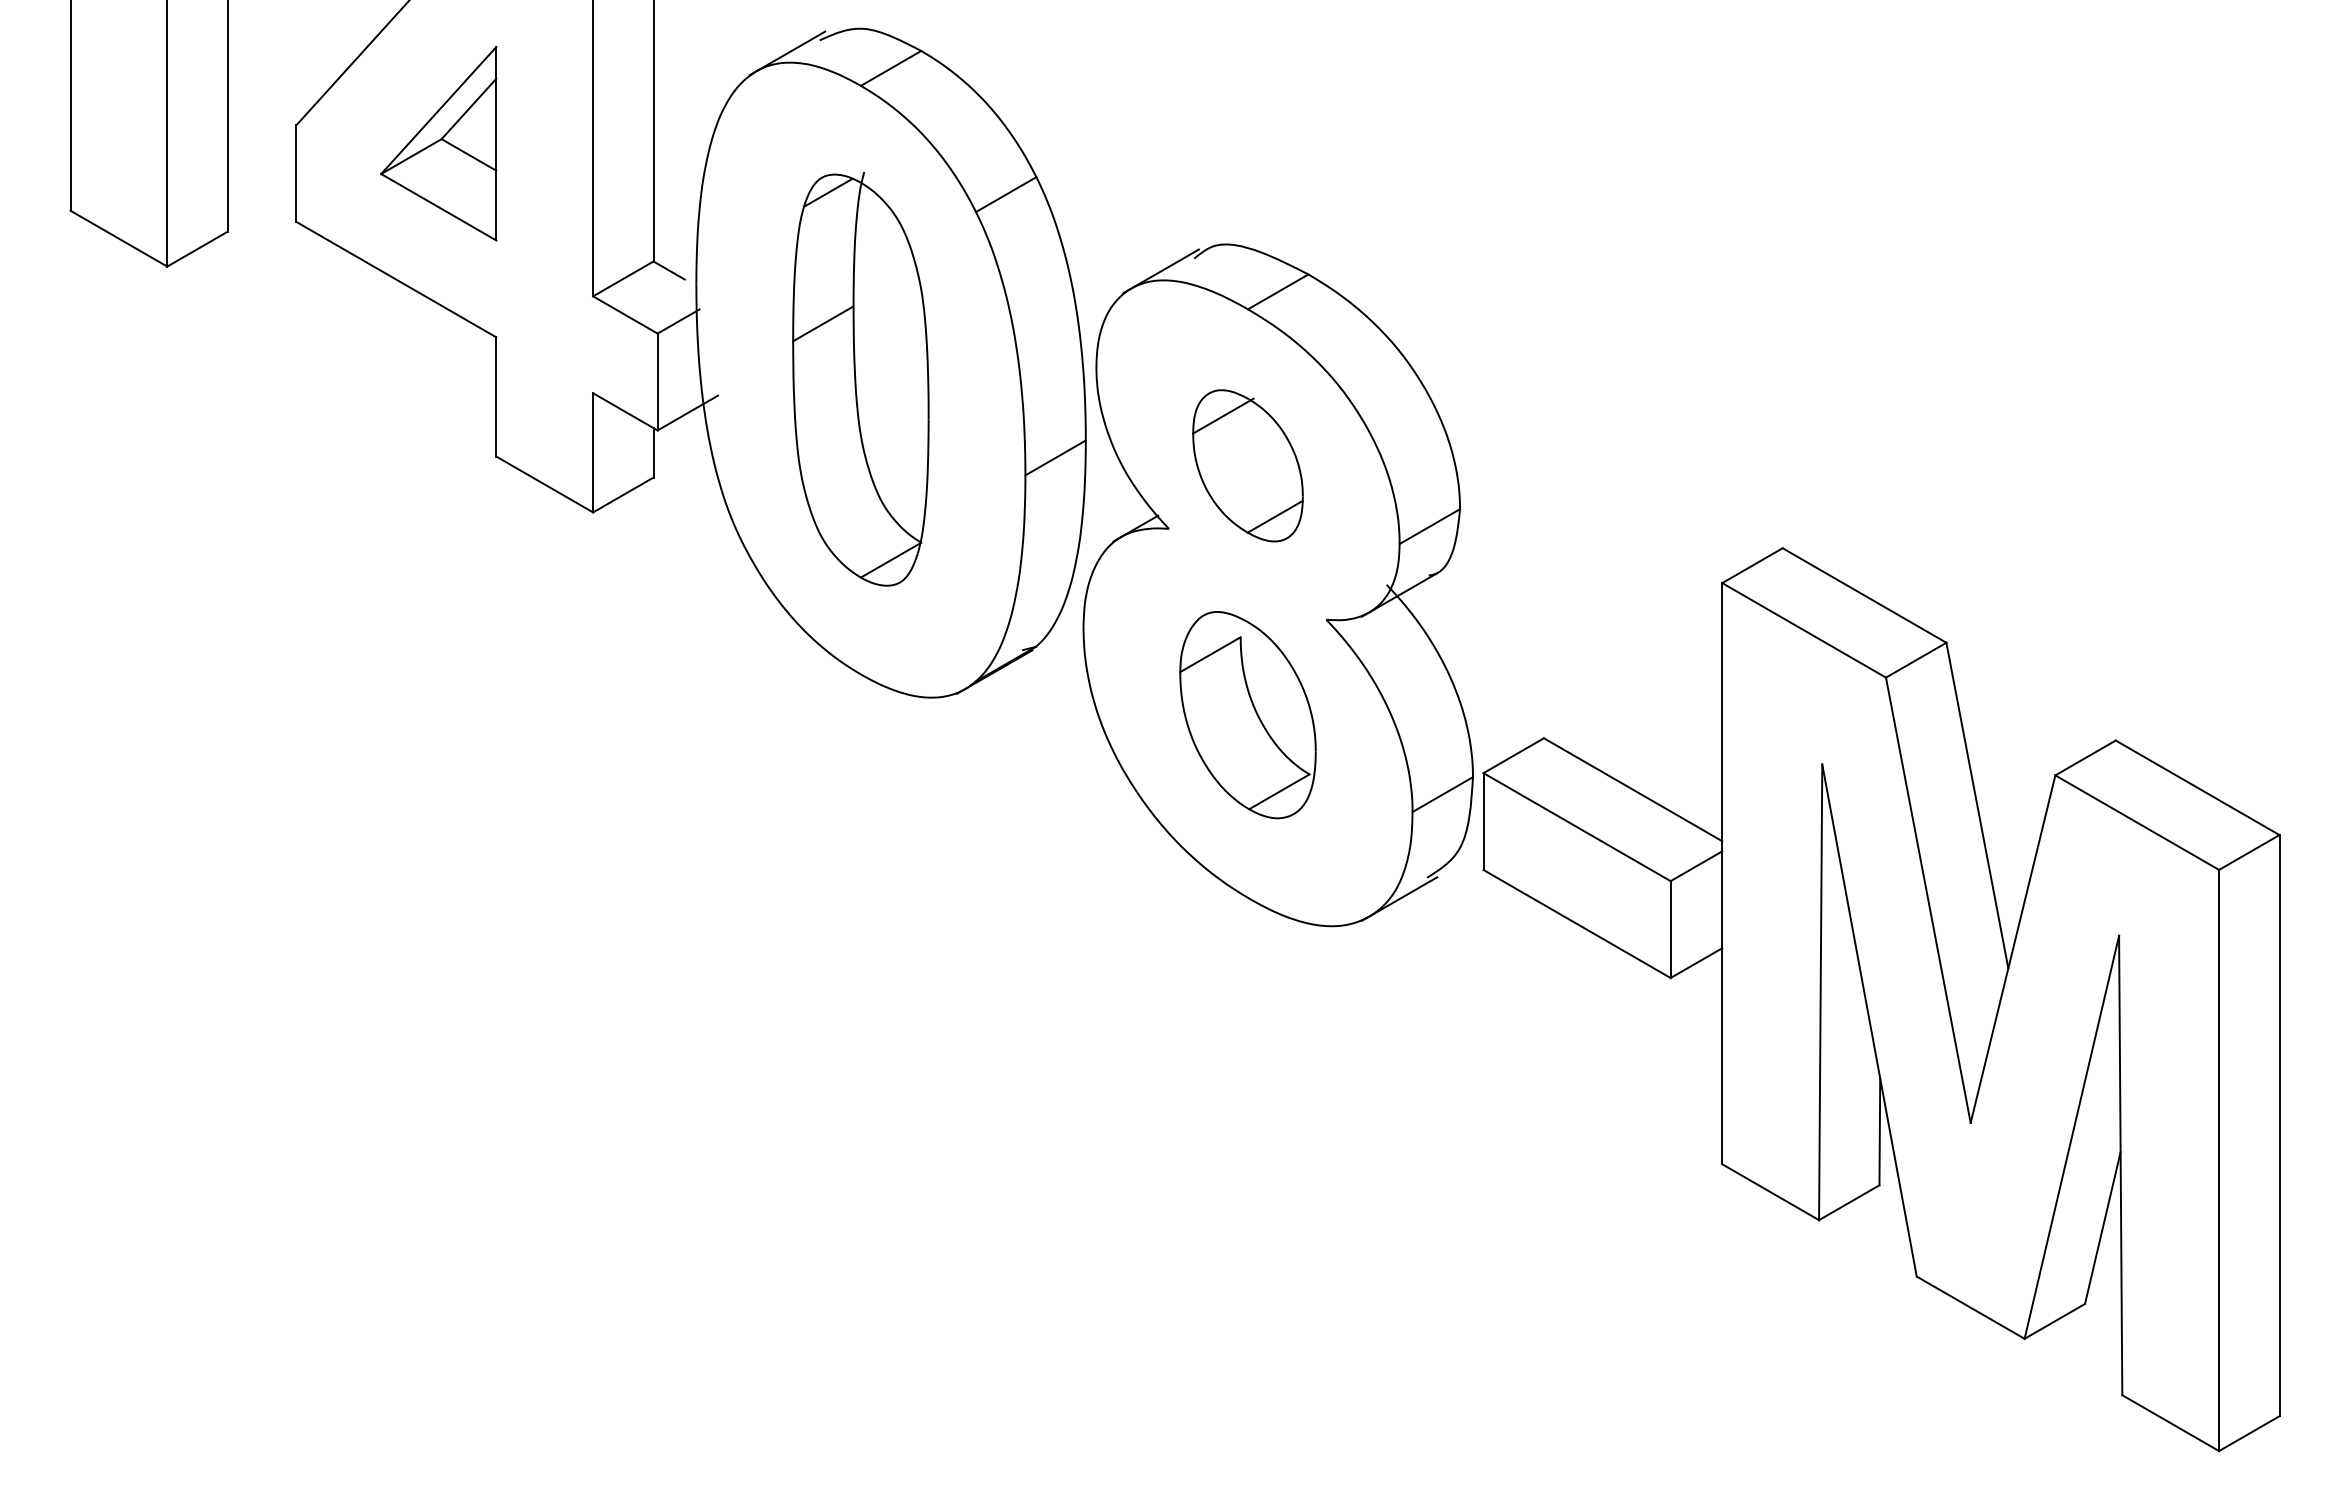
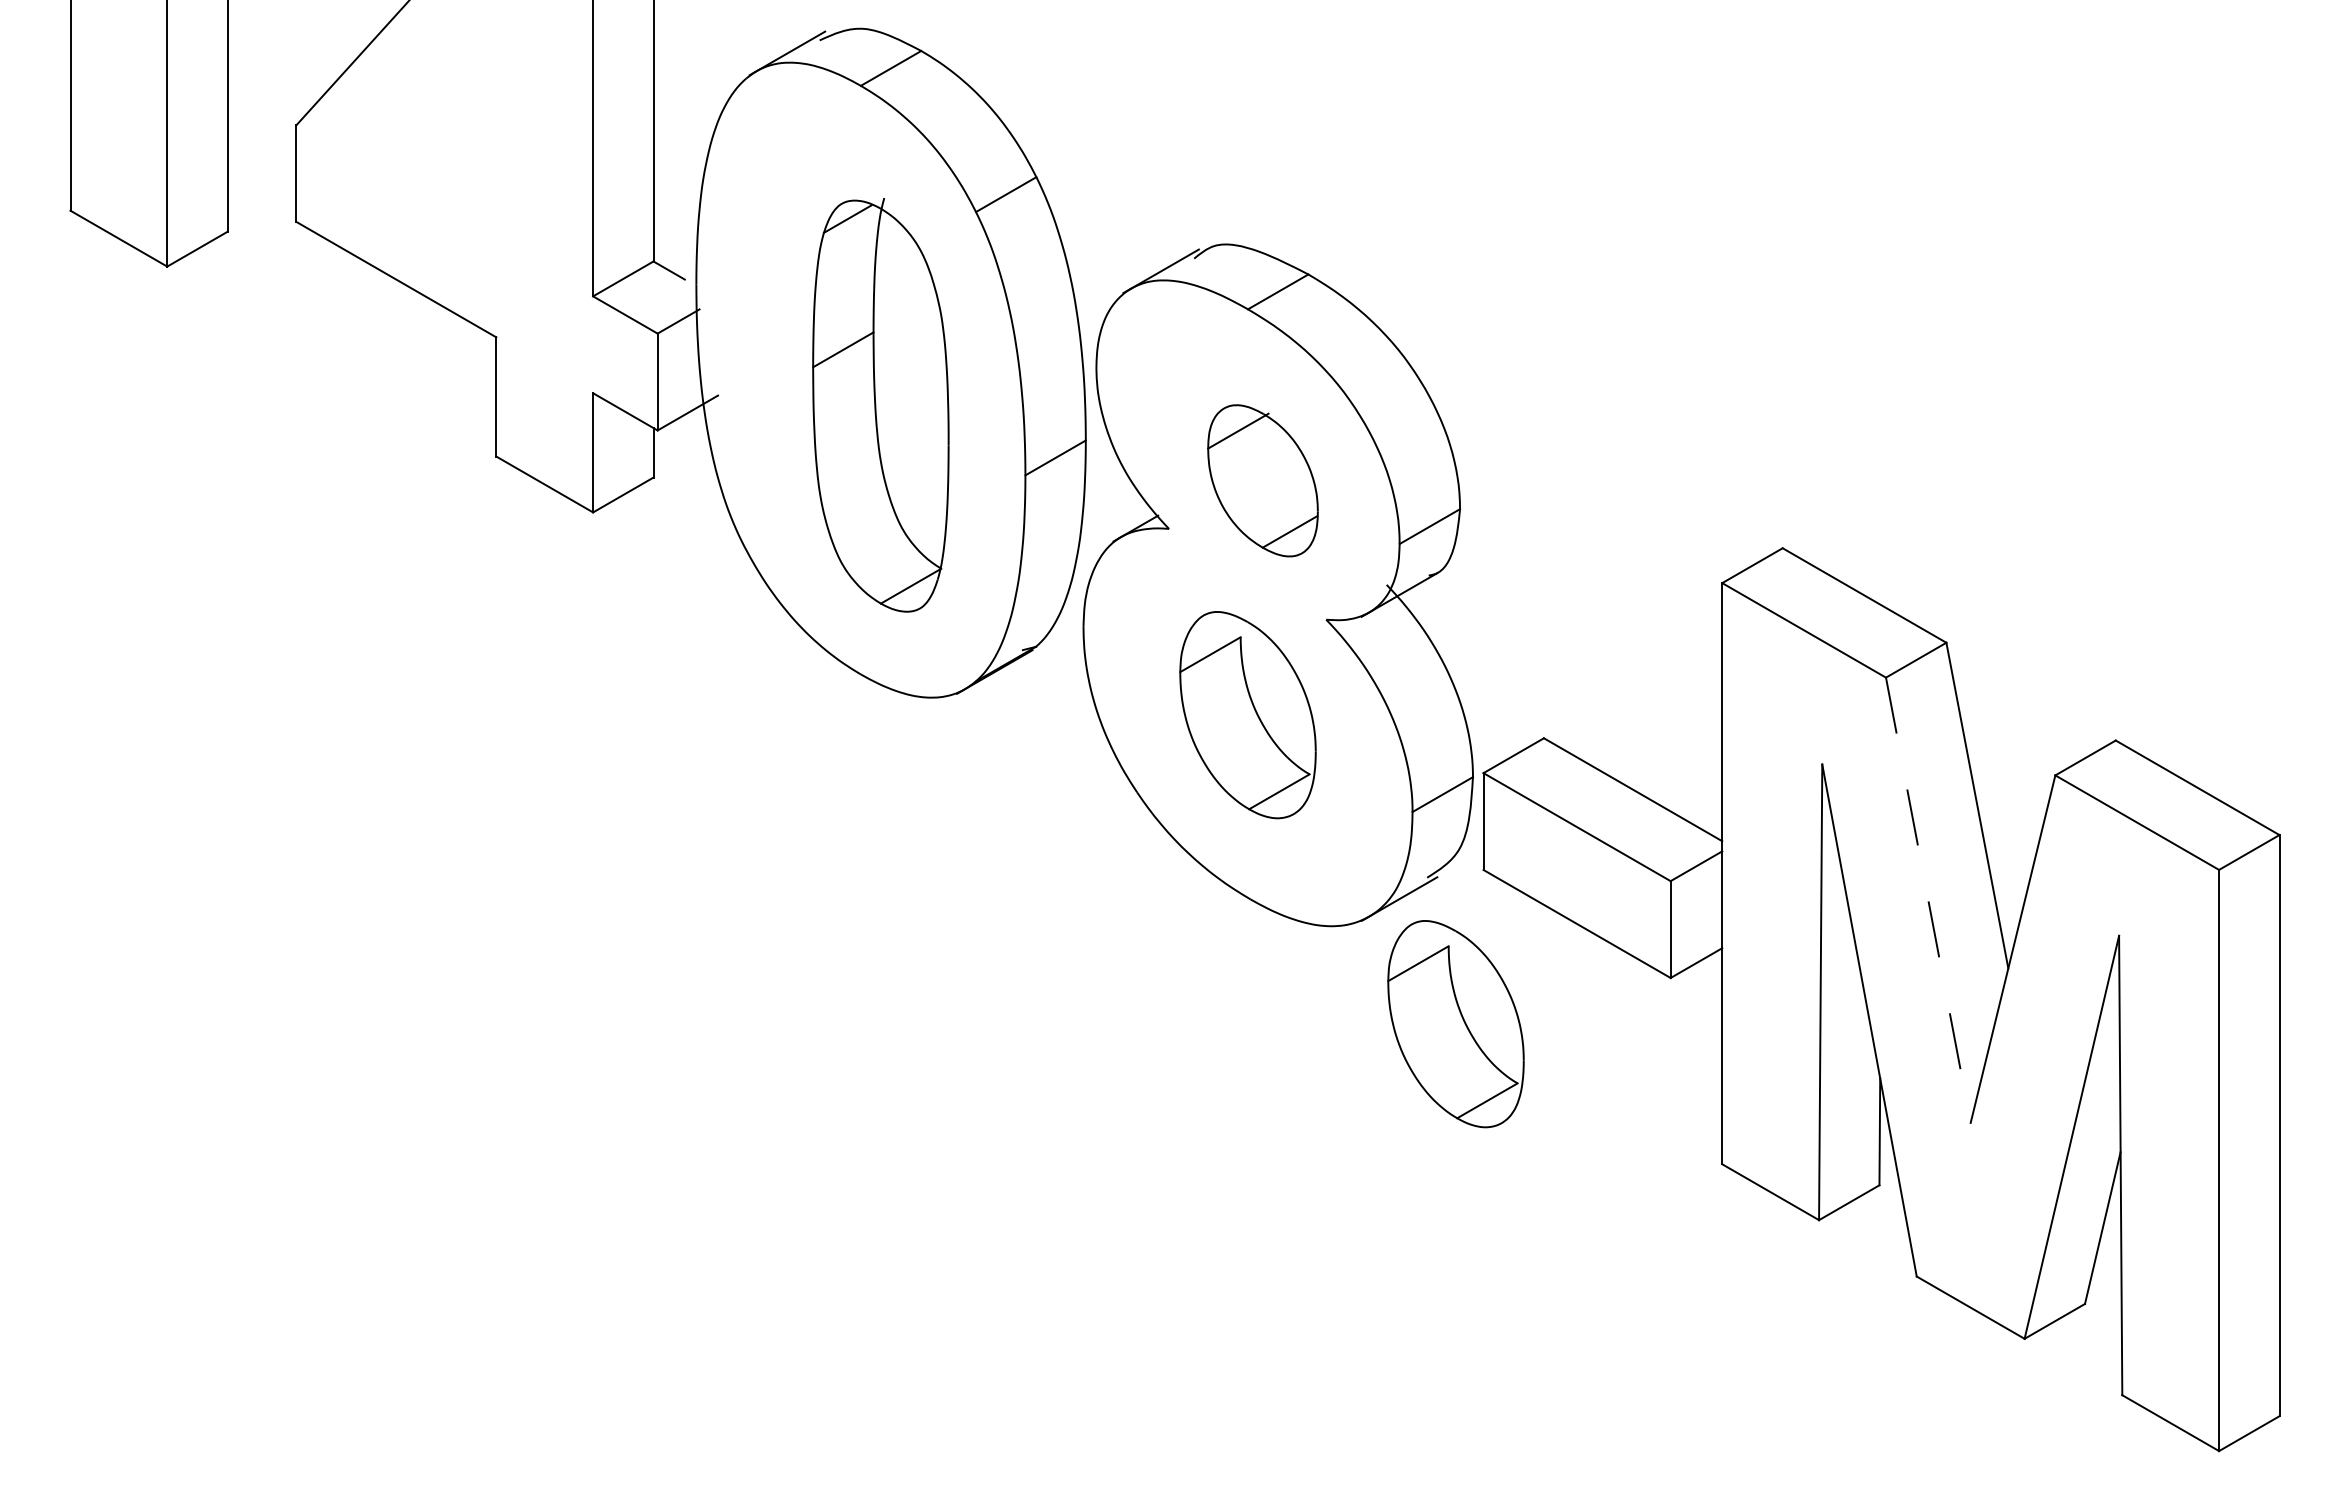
part at (438, 143): present -> none
part at (860, 379) position: (860, 379) -> (880, 405)
part at (1247, 465) position: (1247, 465) -> (1262, 480)
line at (1928, 900): solid -> dashed
part at (1455, 1024): none -> present
